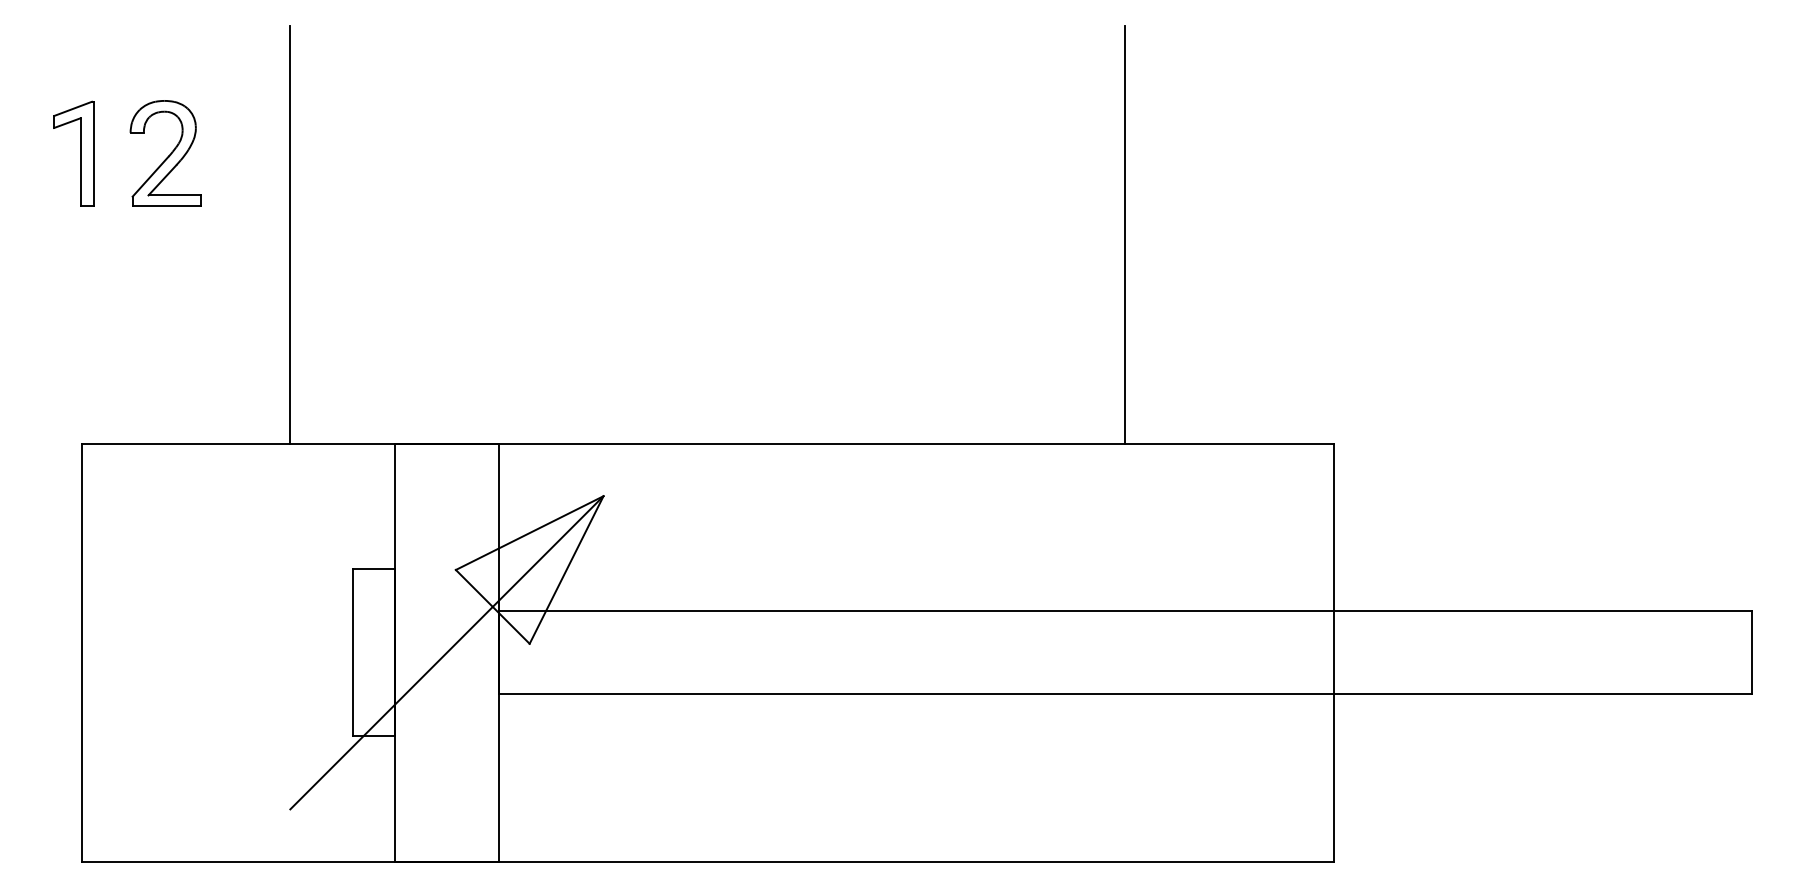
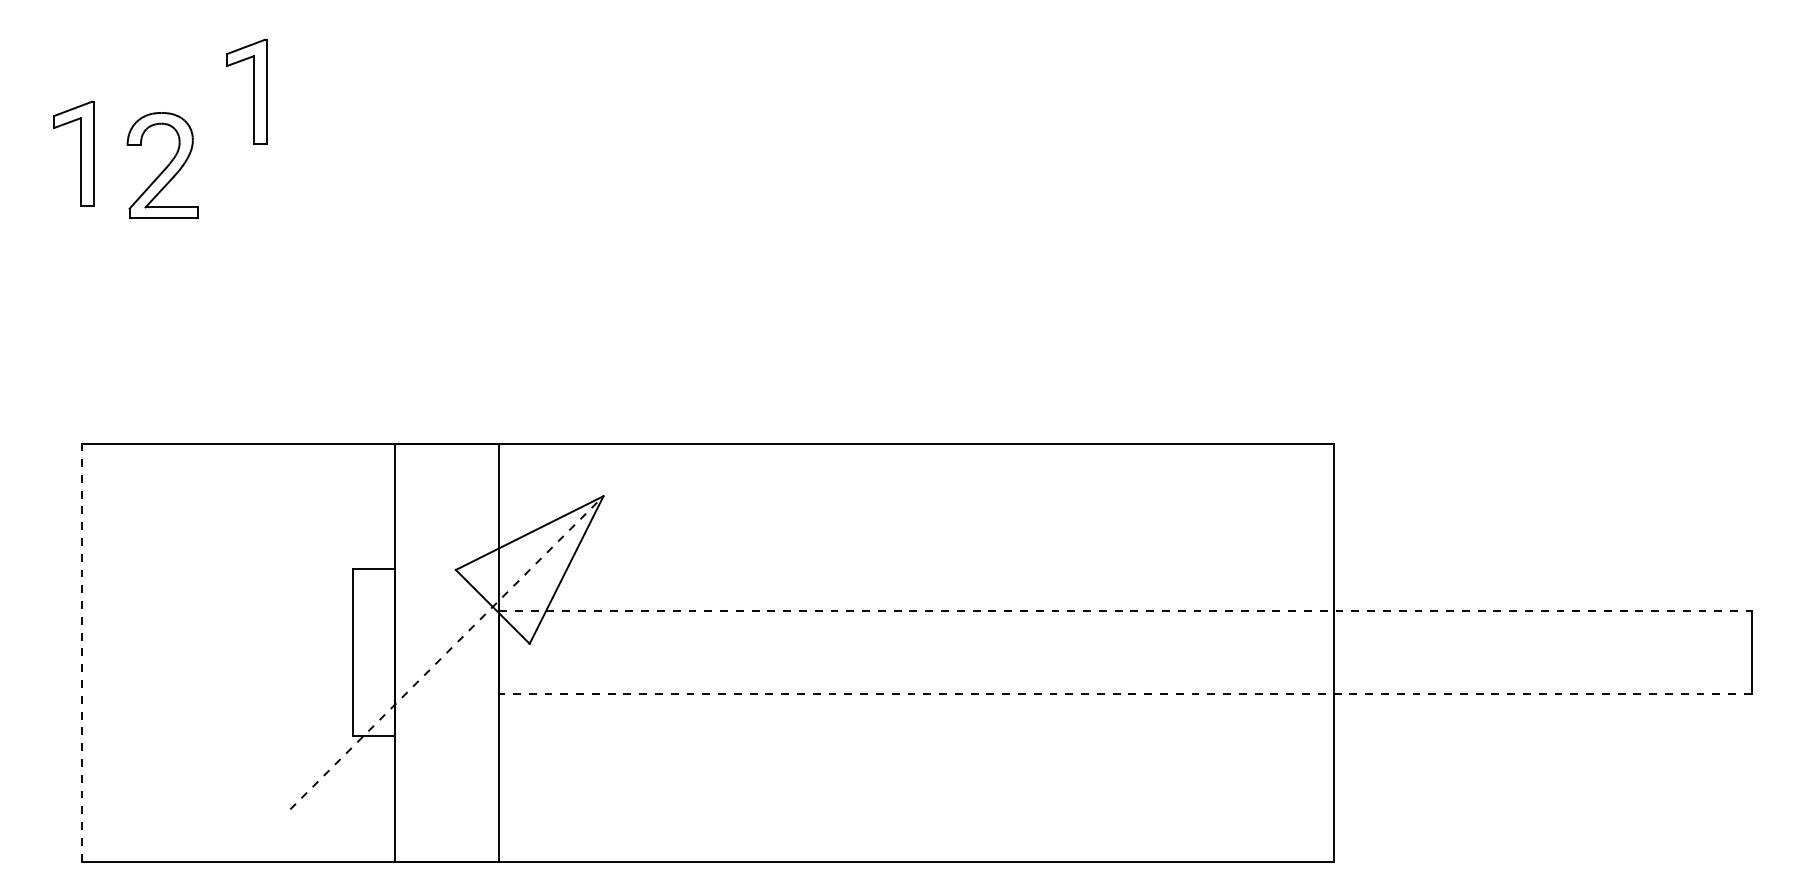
part at (253, 91): none -> present
part at (165, 153) position: (165, 153) -> (162, 165)
line at (290, 235): present -> none
line at (1125, 235): present -> none
line at (1125, 611): solid -> dashed
line at (81, 652): solid -> dashed
line at (447, 652): solid -> dashed
line at (1124, 694): solid -> dashed
